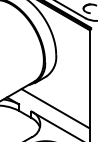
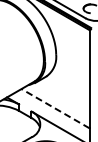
line at (55, 108): solid -> dashed
